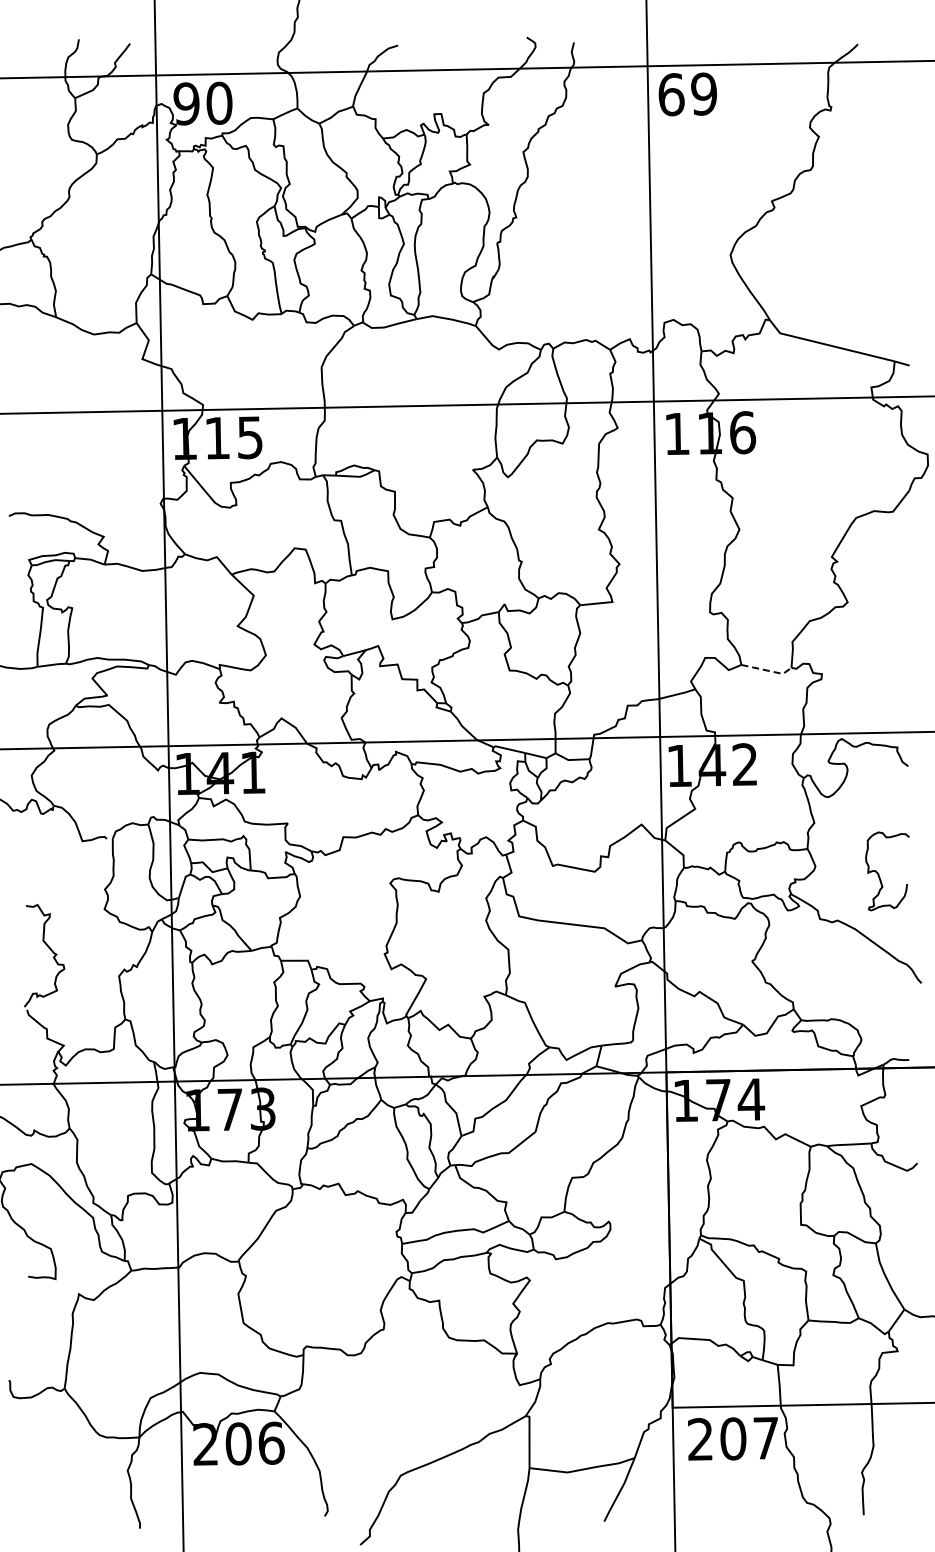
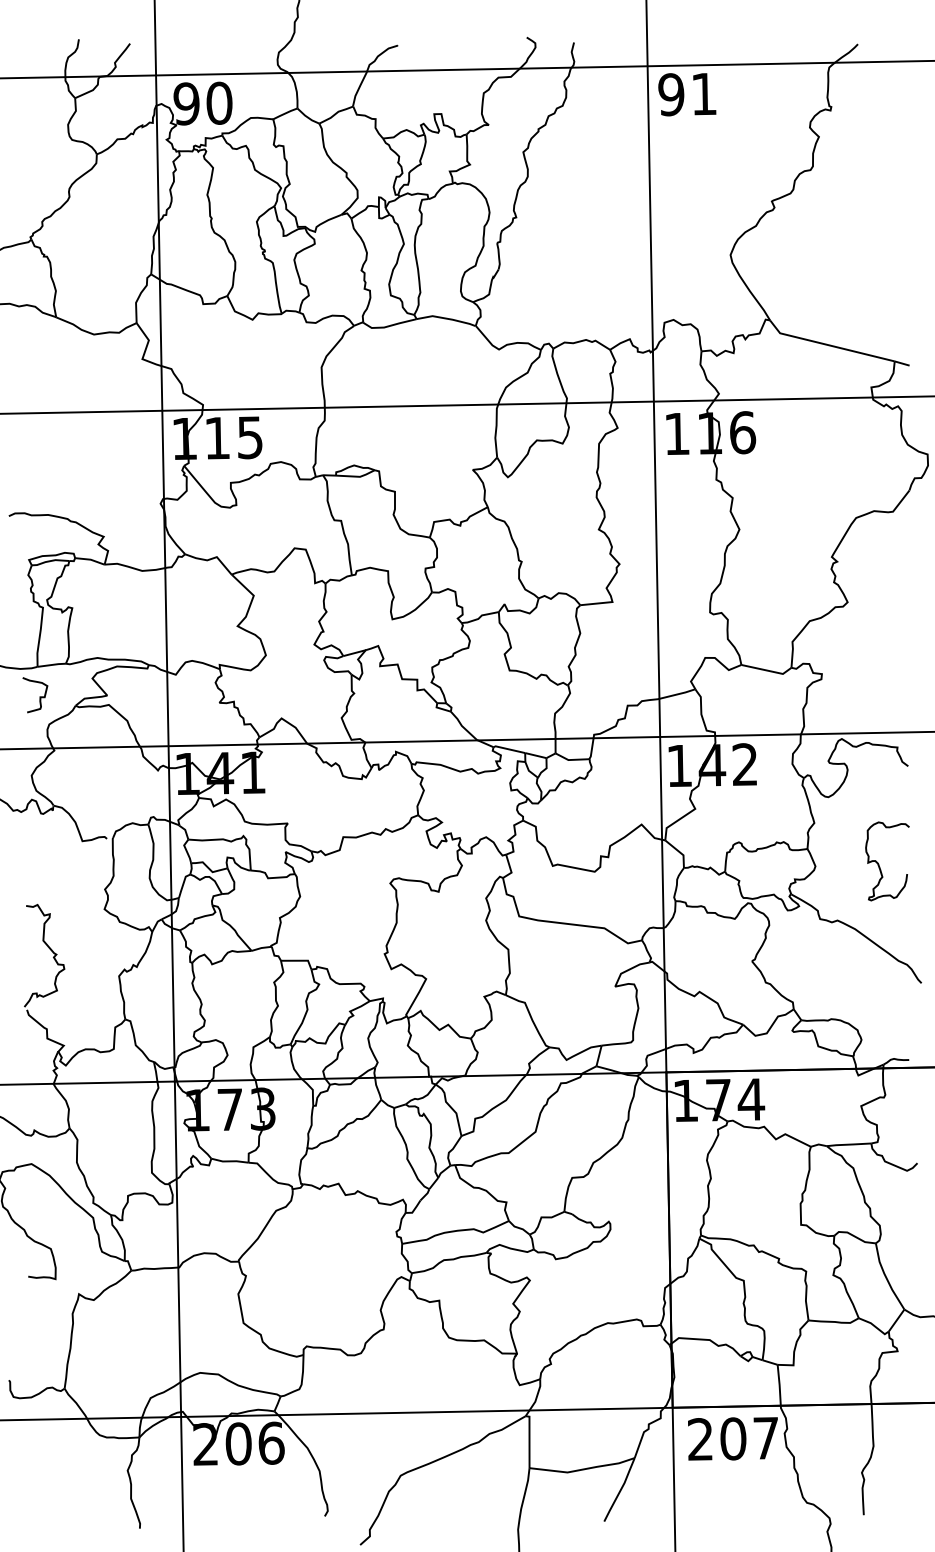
text at (687, 94): 69 -> 91
line at (768, 670): dashed -> solid
curve at (39, 696): none -> present
curve at (879, 874) position: (879, 874) -> (879, 864)
line at (466, 1411): none -> present
